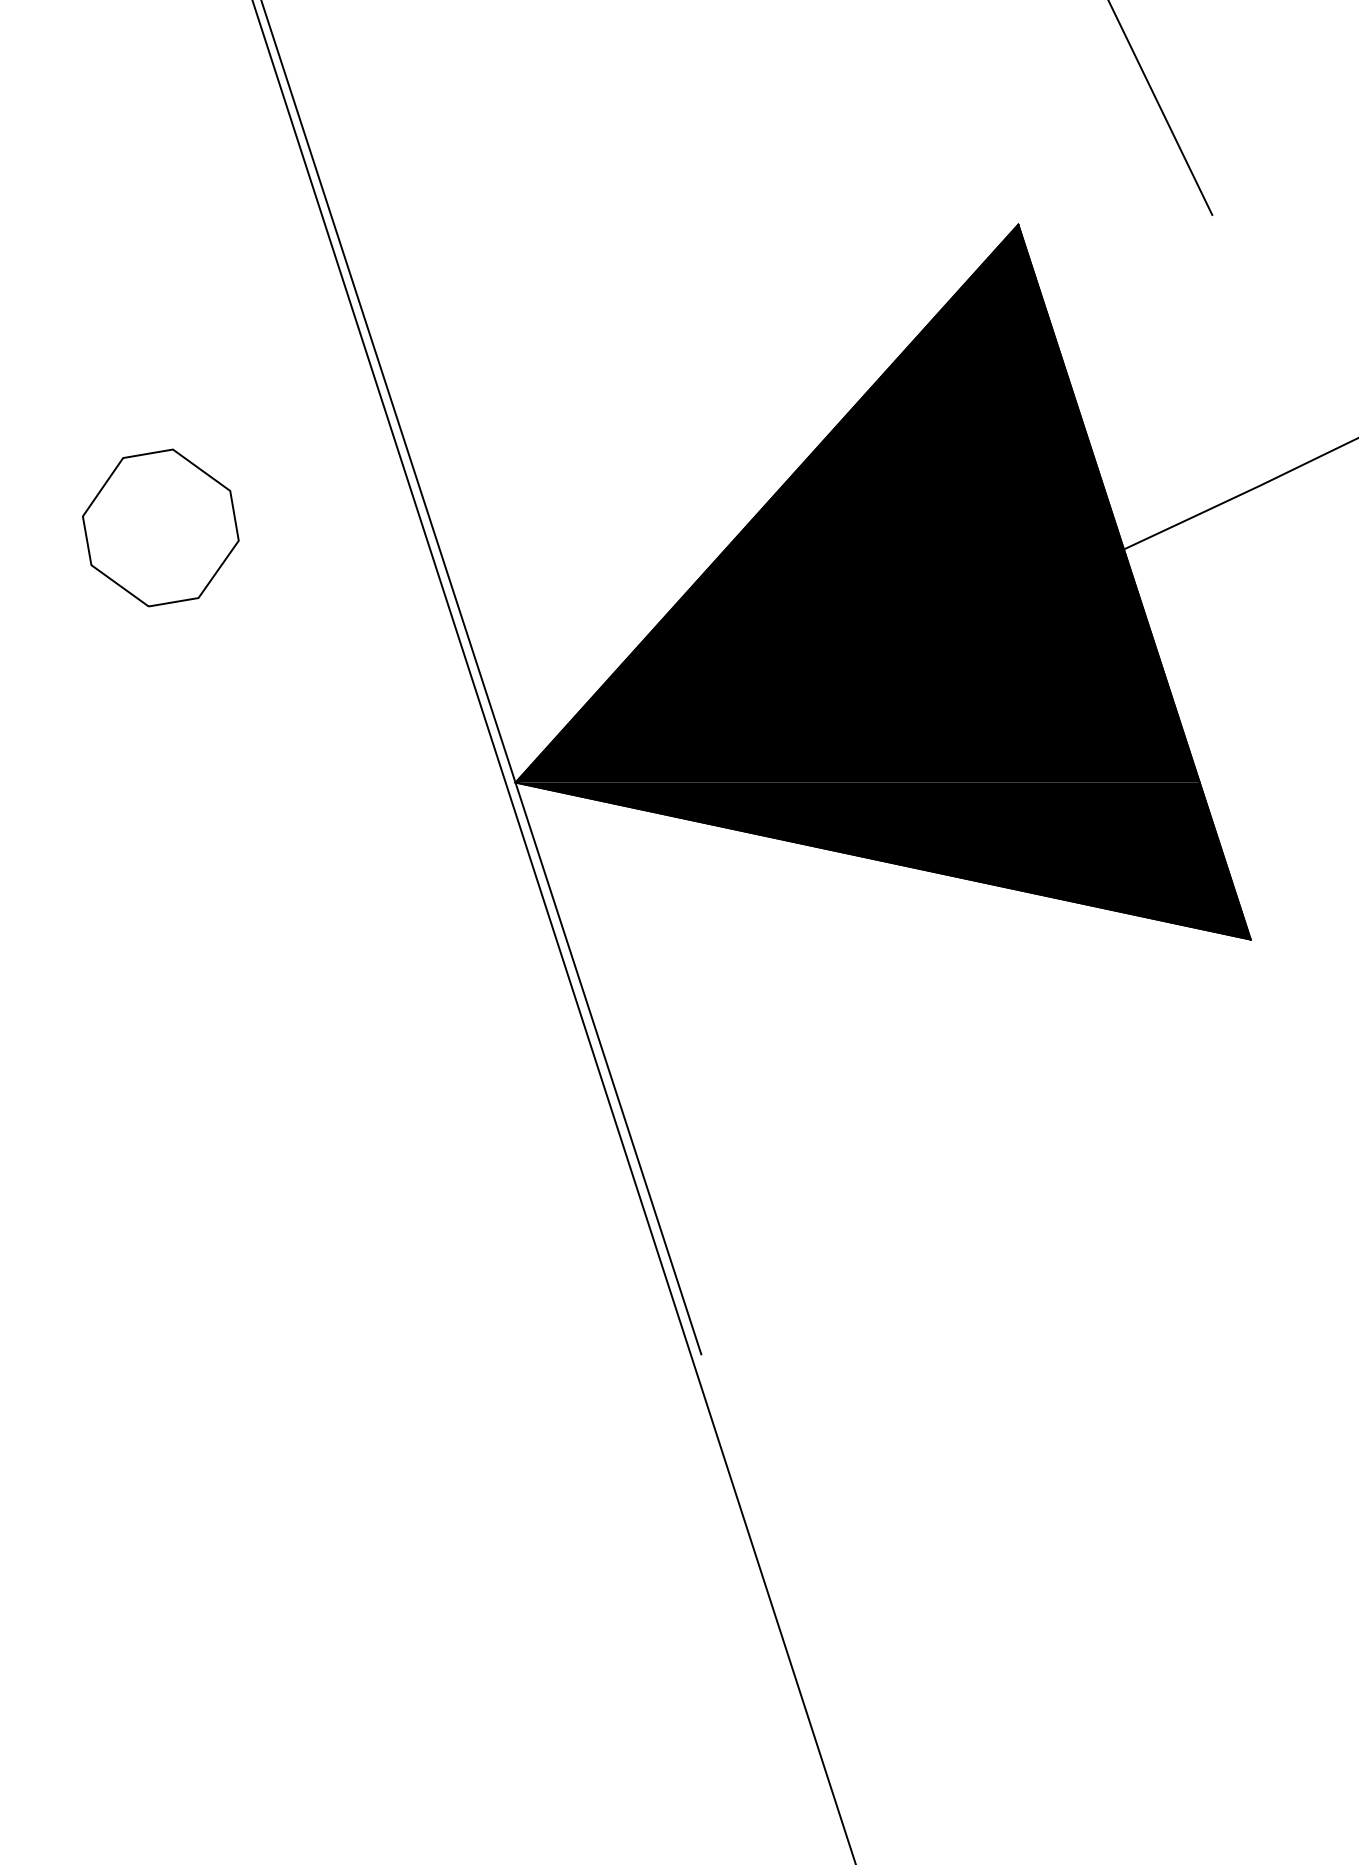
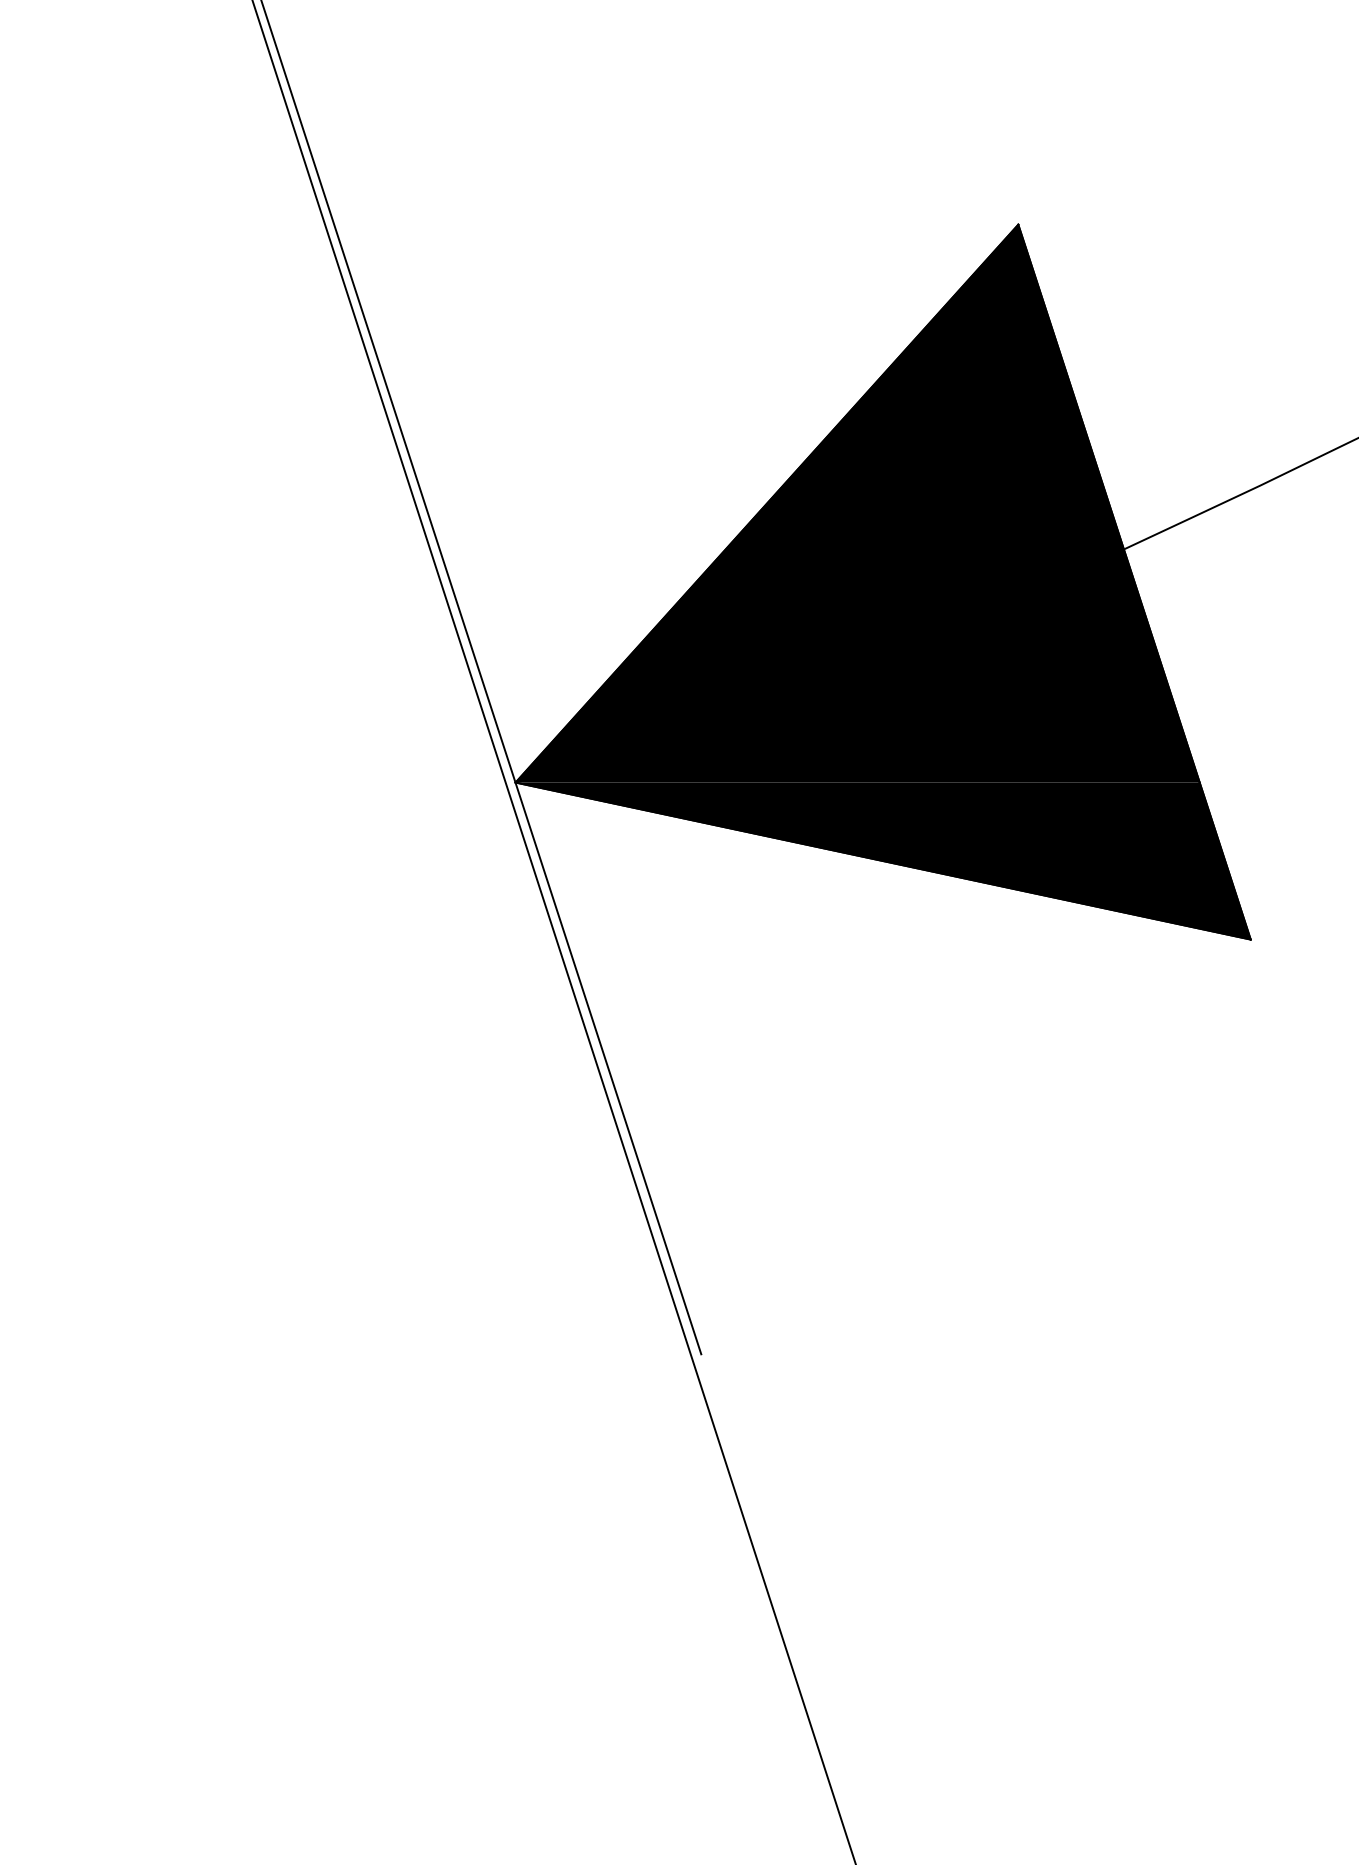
line at (1160, 108): present -> none
part at (160, 527): present -> none
